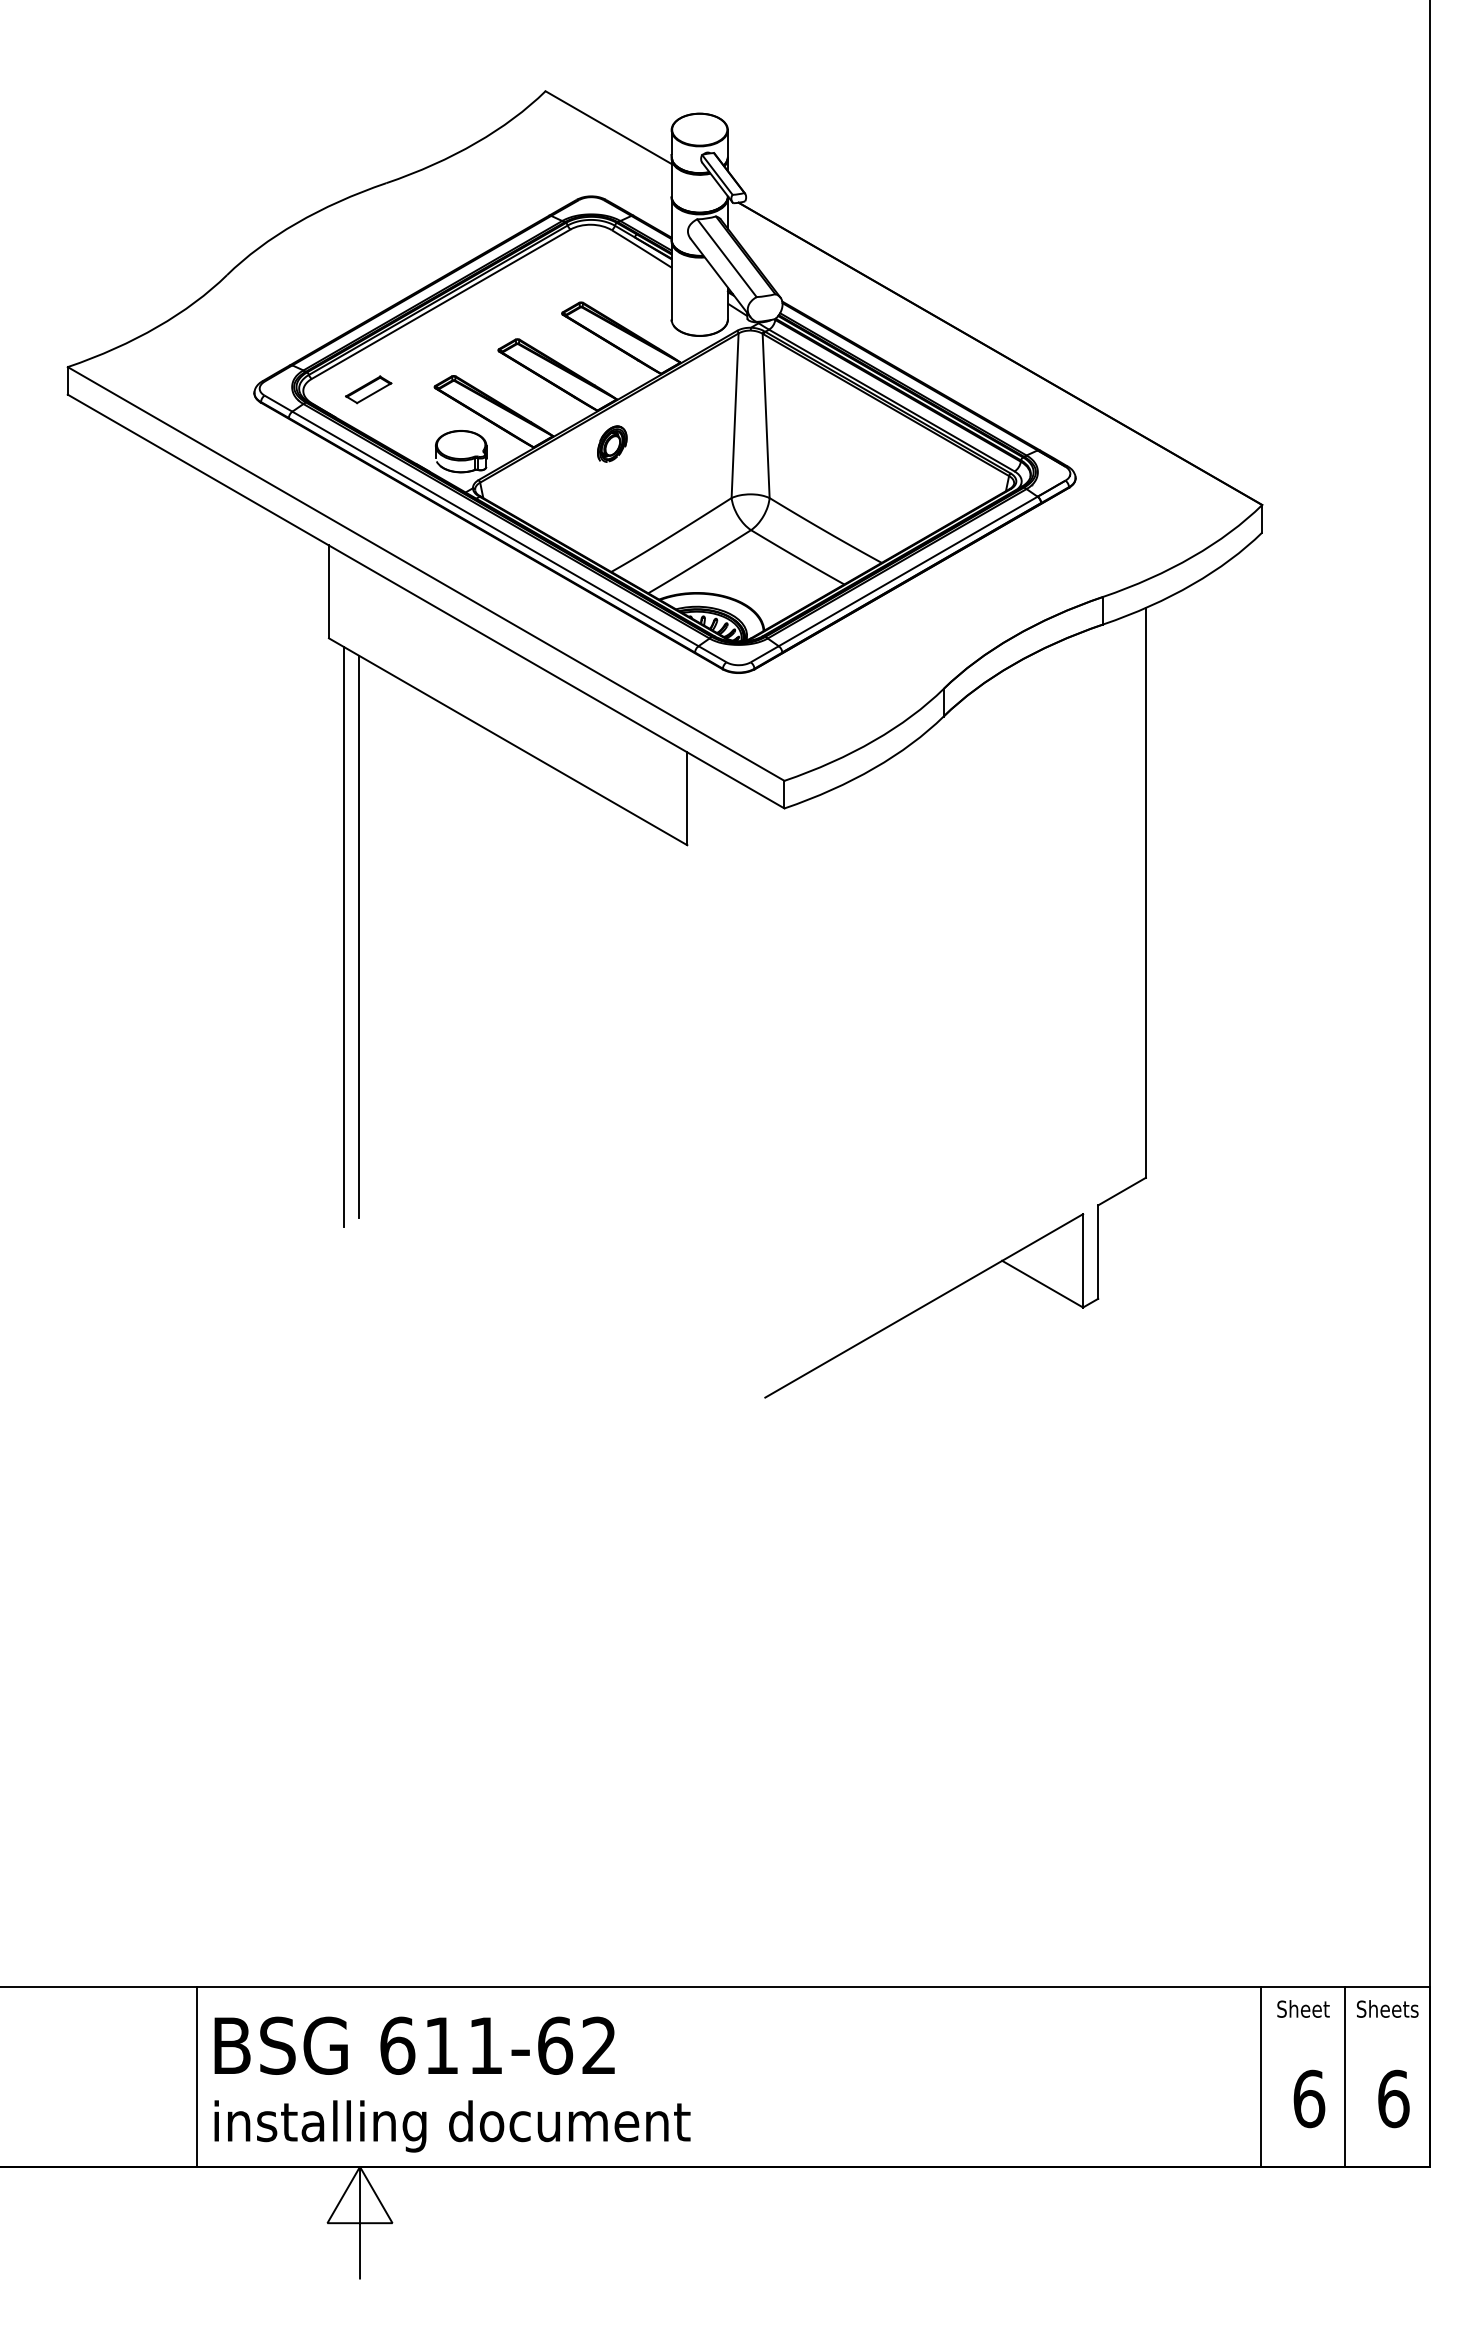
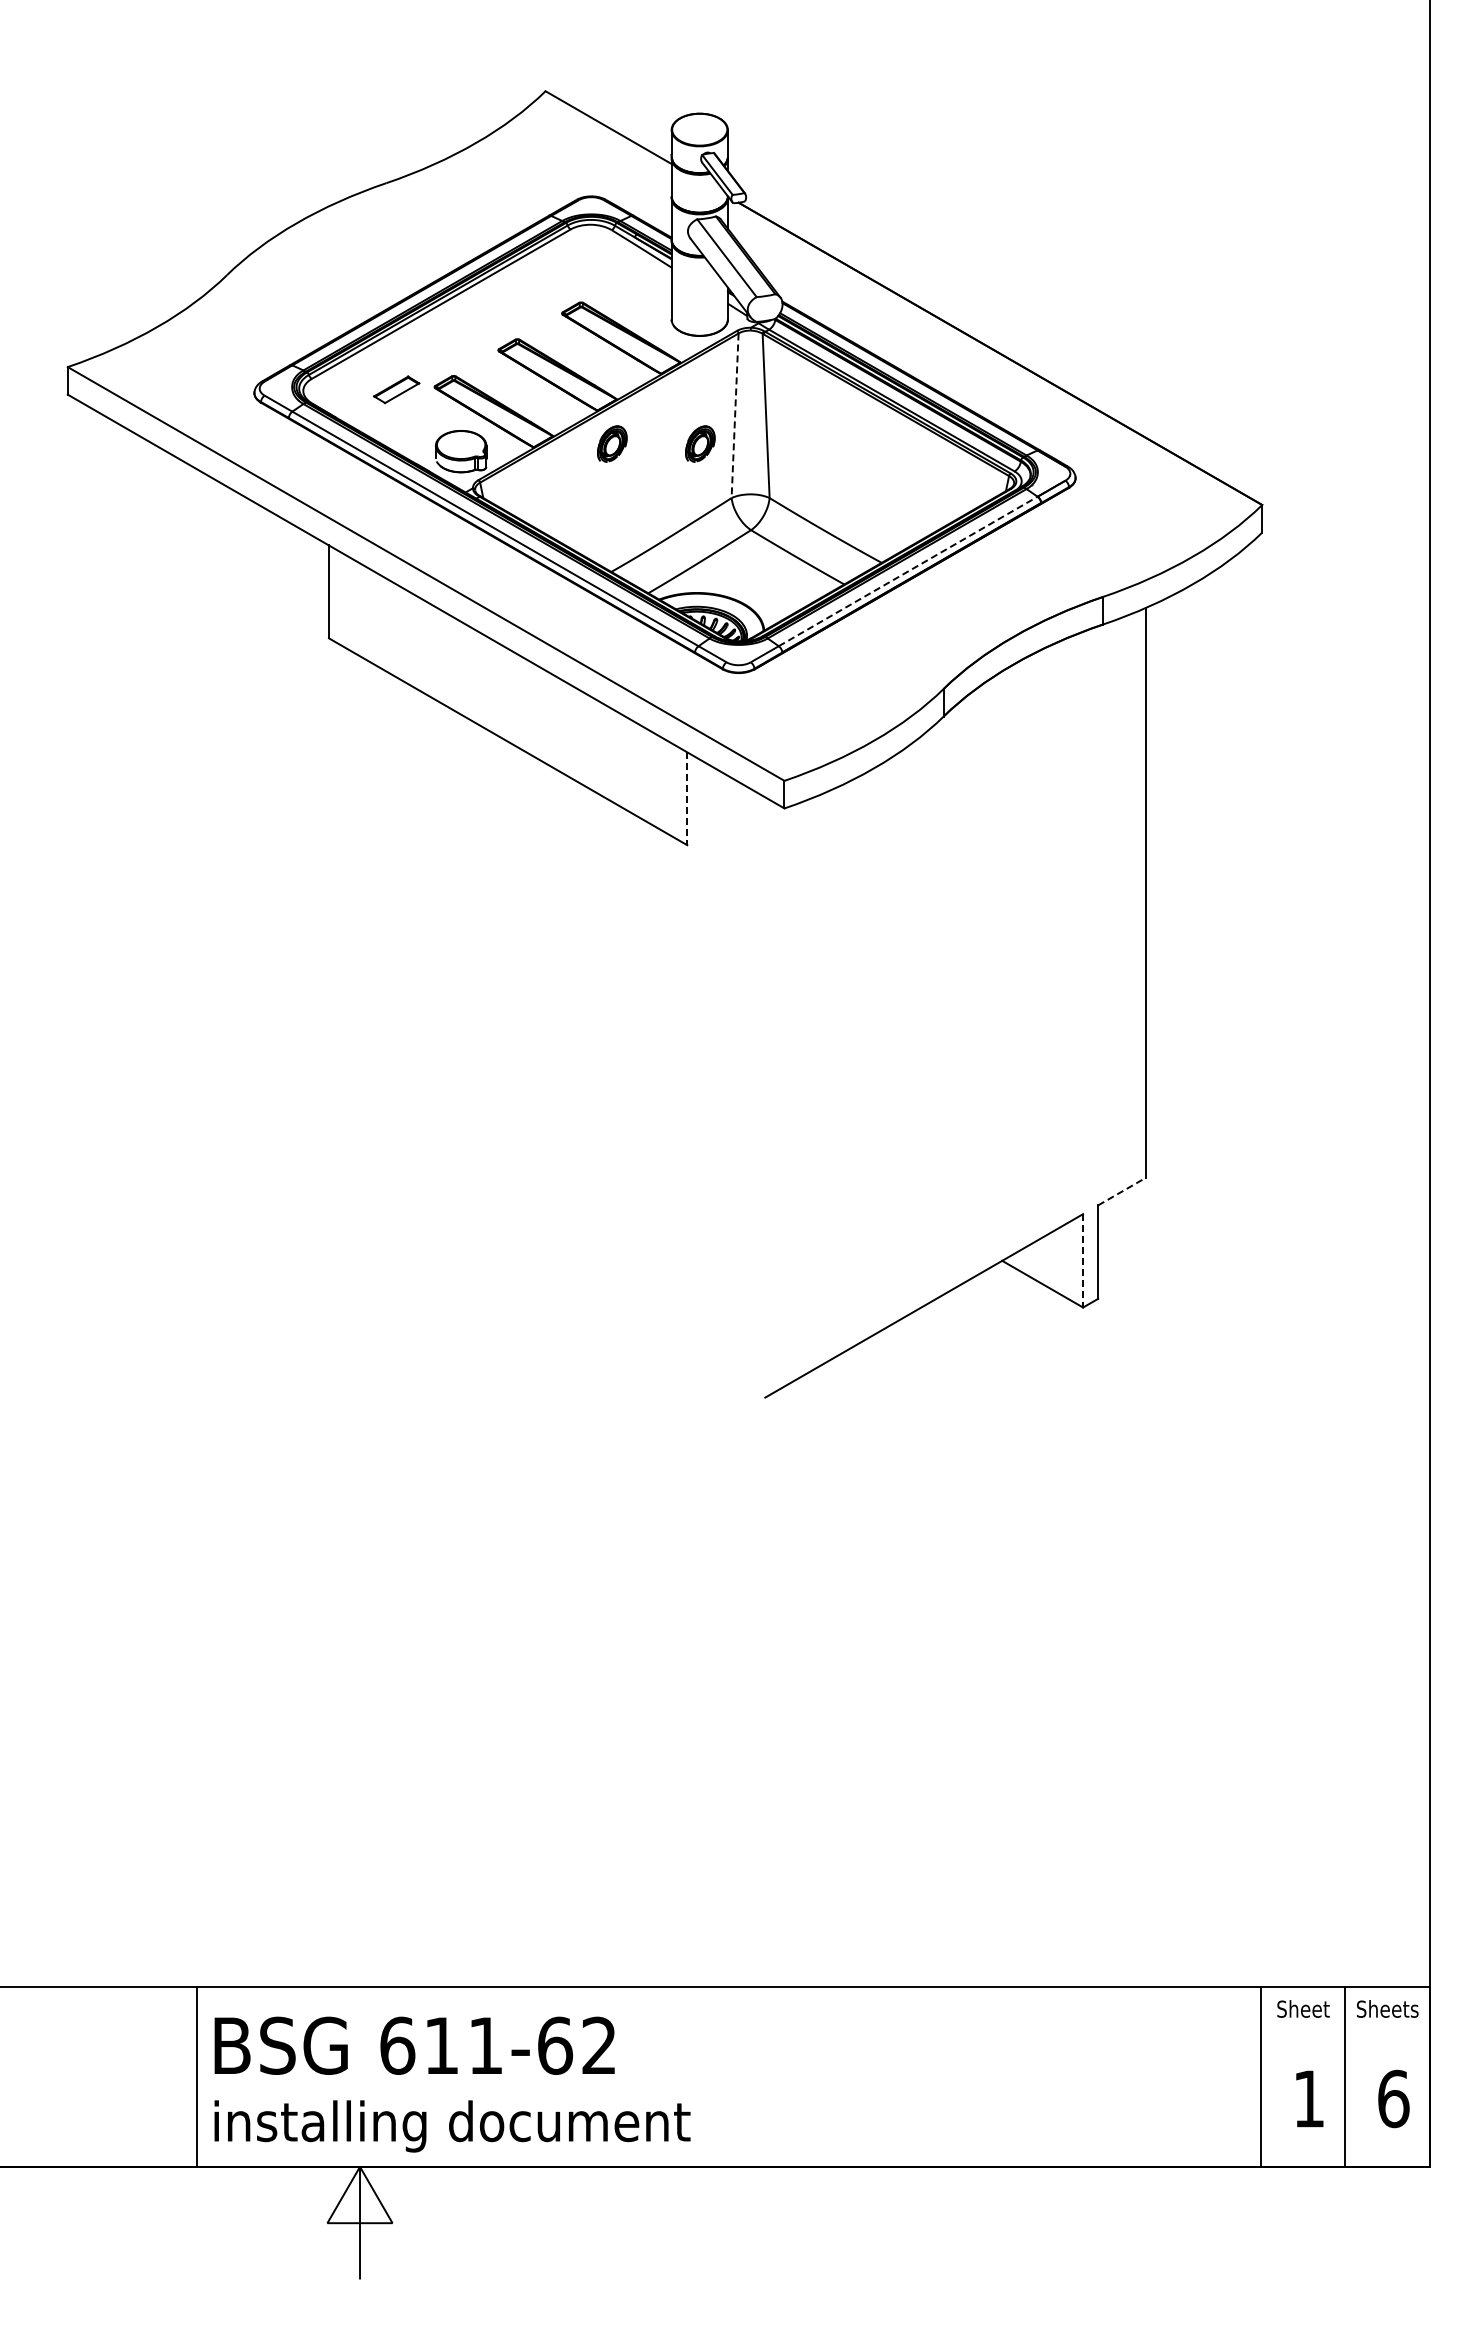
part at (368, 389) position: (368, 389) -> (396, 389)
line at (735, 416): solid -> dashed
part at (700, 443): none -> present
line at (908, 571): solid -> dashed
line at (687, 799): solid -> dashed
line at (359, 936): present -> none
line at (344, 937): present -> none
line at (1122, 1191): solid -> dashed
line at (1083, 1260): solid -> dashed
text at (1309, 2098): 6 -> 1
